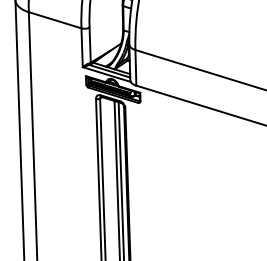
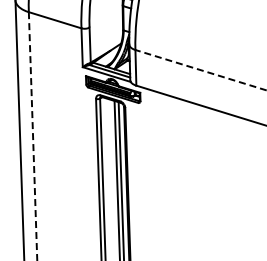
line at (200, 69): solid -> dashed
line at (33, 137): solid -> dashed
